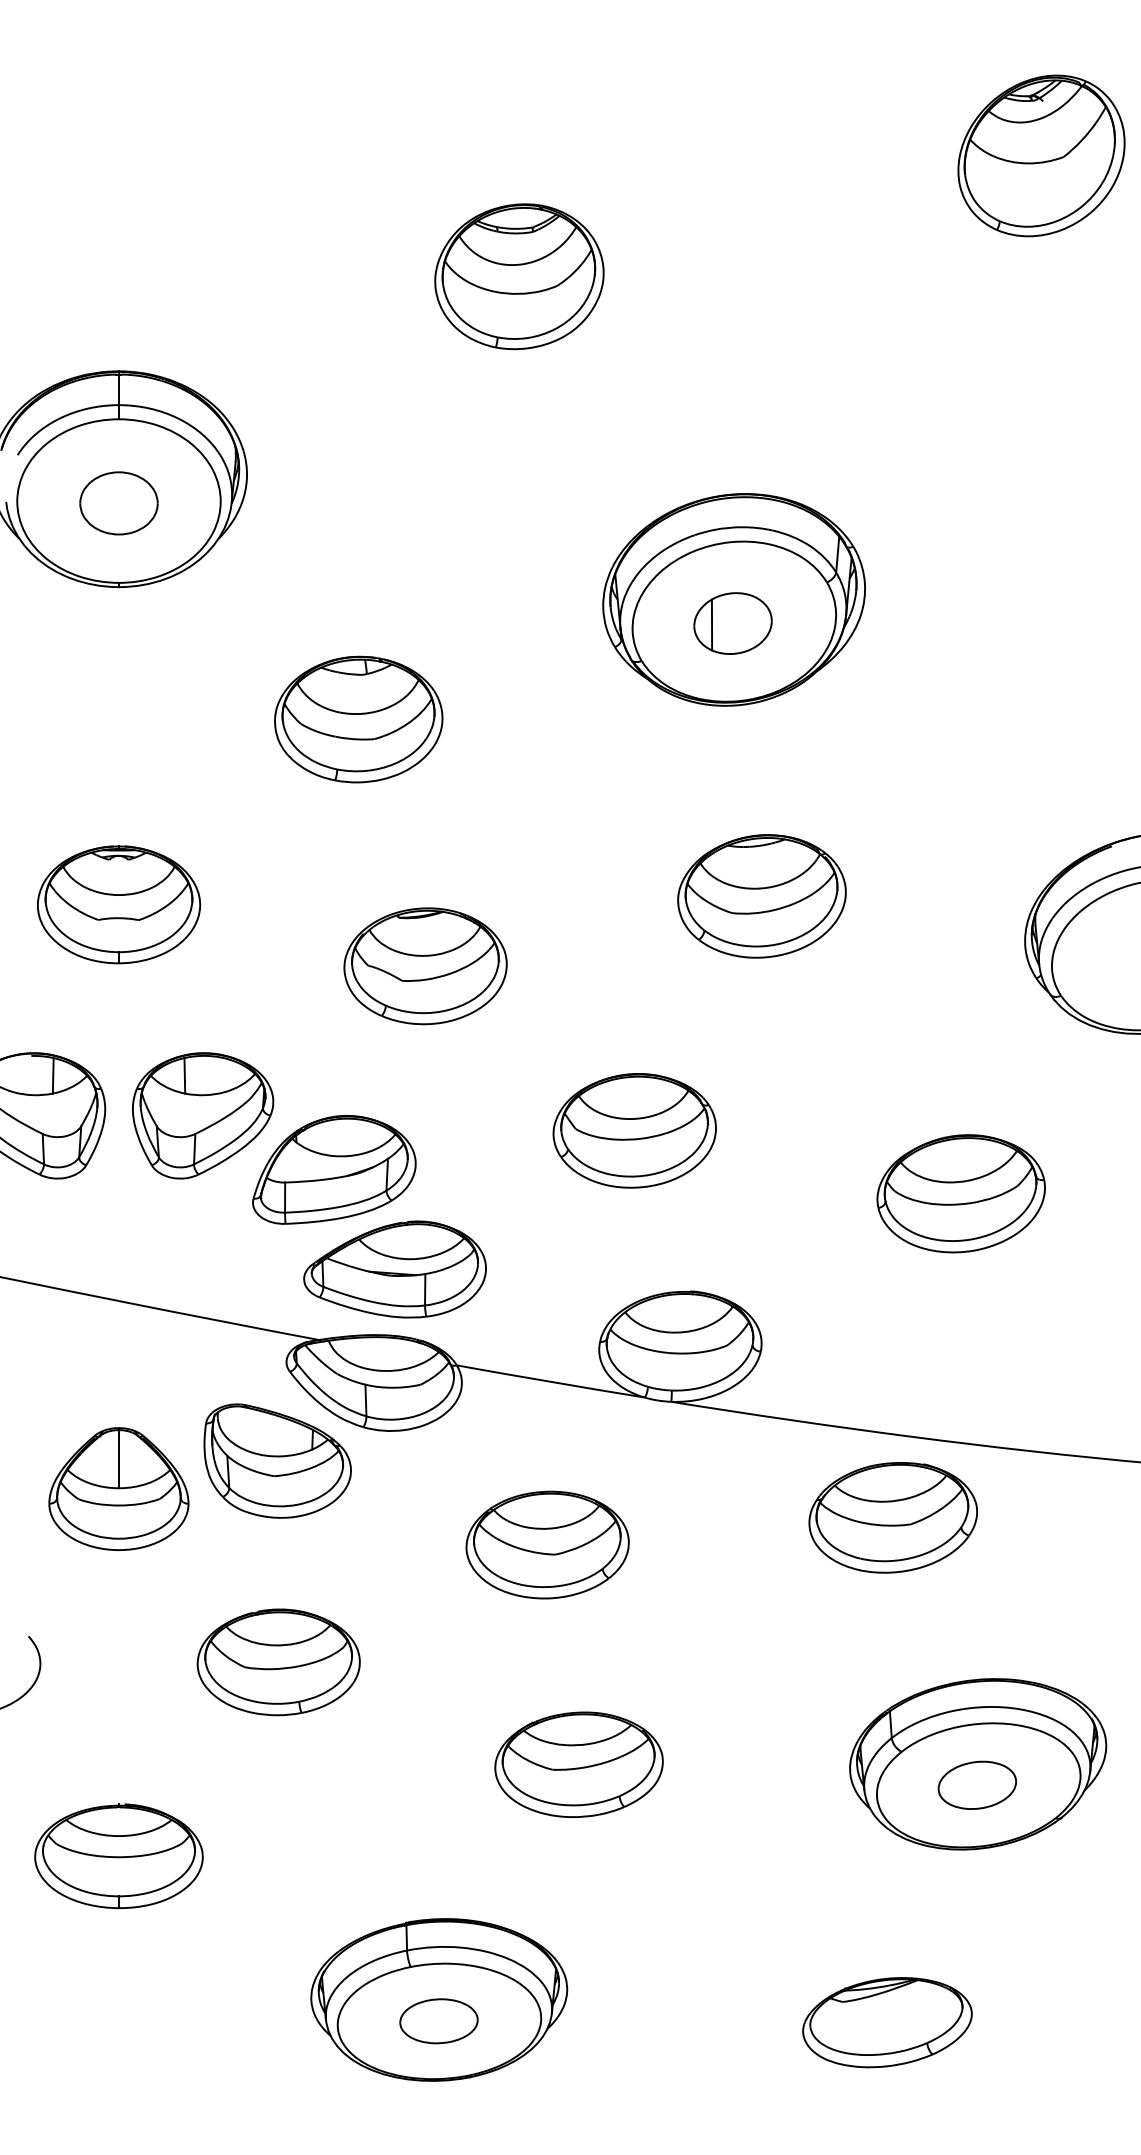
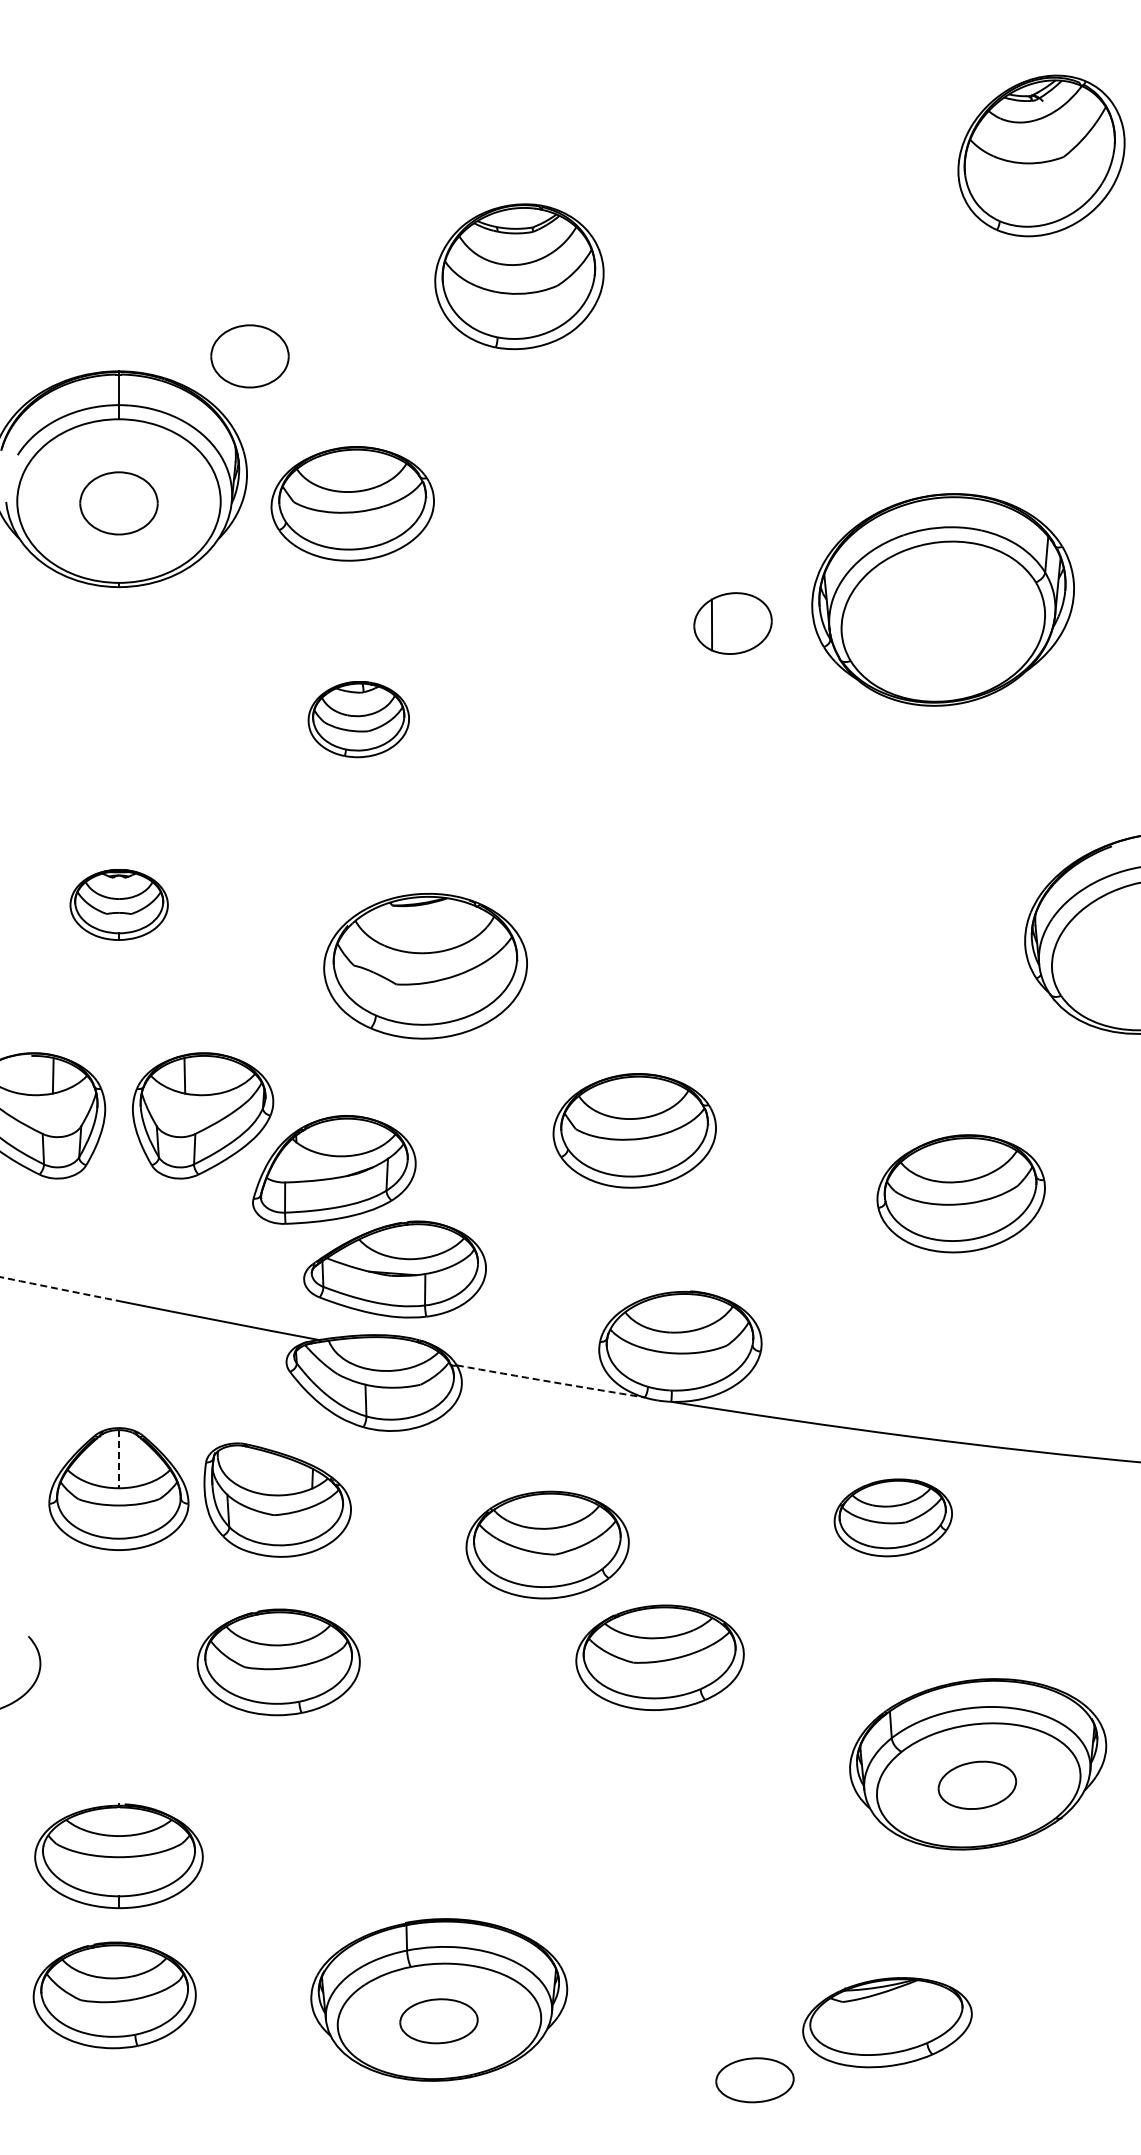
part at (249, 356): none -> present
part at (352, 503): none -> present
part at (733, 599) position: (733, 599) -> (942, 599)
part at (358, 719) size: 170x129 px -> 103x78 px
part at (761, 896): present -> none
part at (119, 904) size: 165x120 px -> 100x72 px
part at (425, 966) size: 165x119 px -> 205x147 px
arc at (60, 1289): solid -> dashed
arc at (550, 1381): solid -> dashed
line at (118, 1459): solid -> dashed
part at (277, 1460) position: (277, 1460) -> (277, 1499)
part at (893, 1517) size: 171x112 px -> 120x80 px
part at (578, 1764) position: (578, 1764) -> (659, 1657)
part at (114, 1995): none -> present
part at (754, 2080): none -> present
